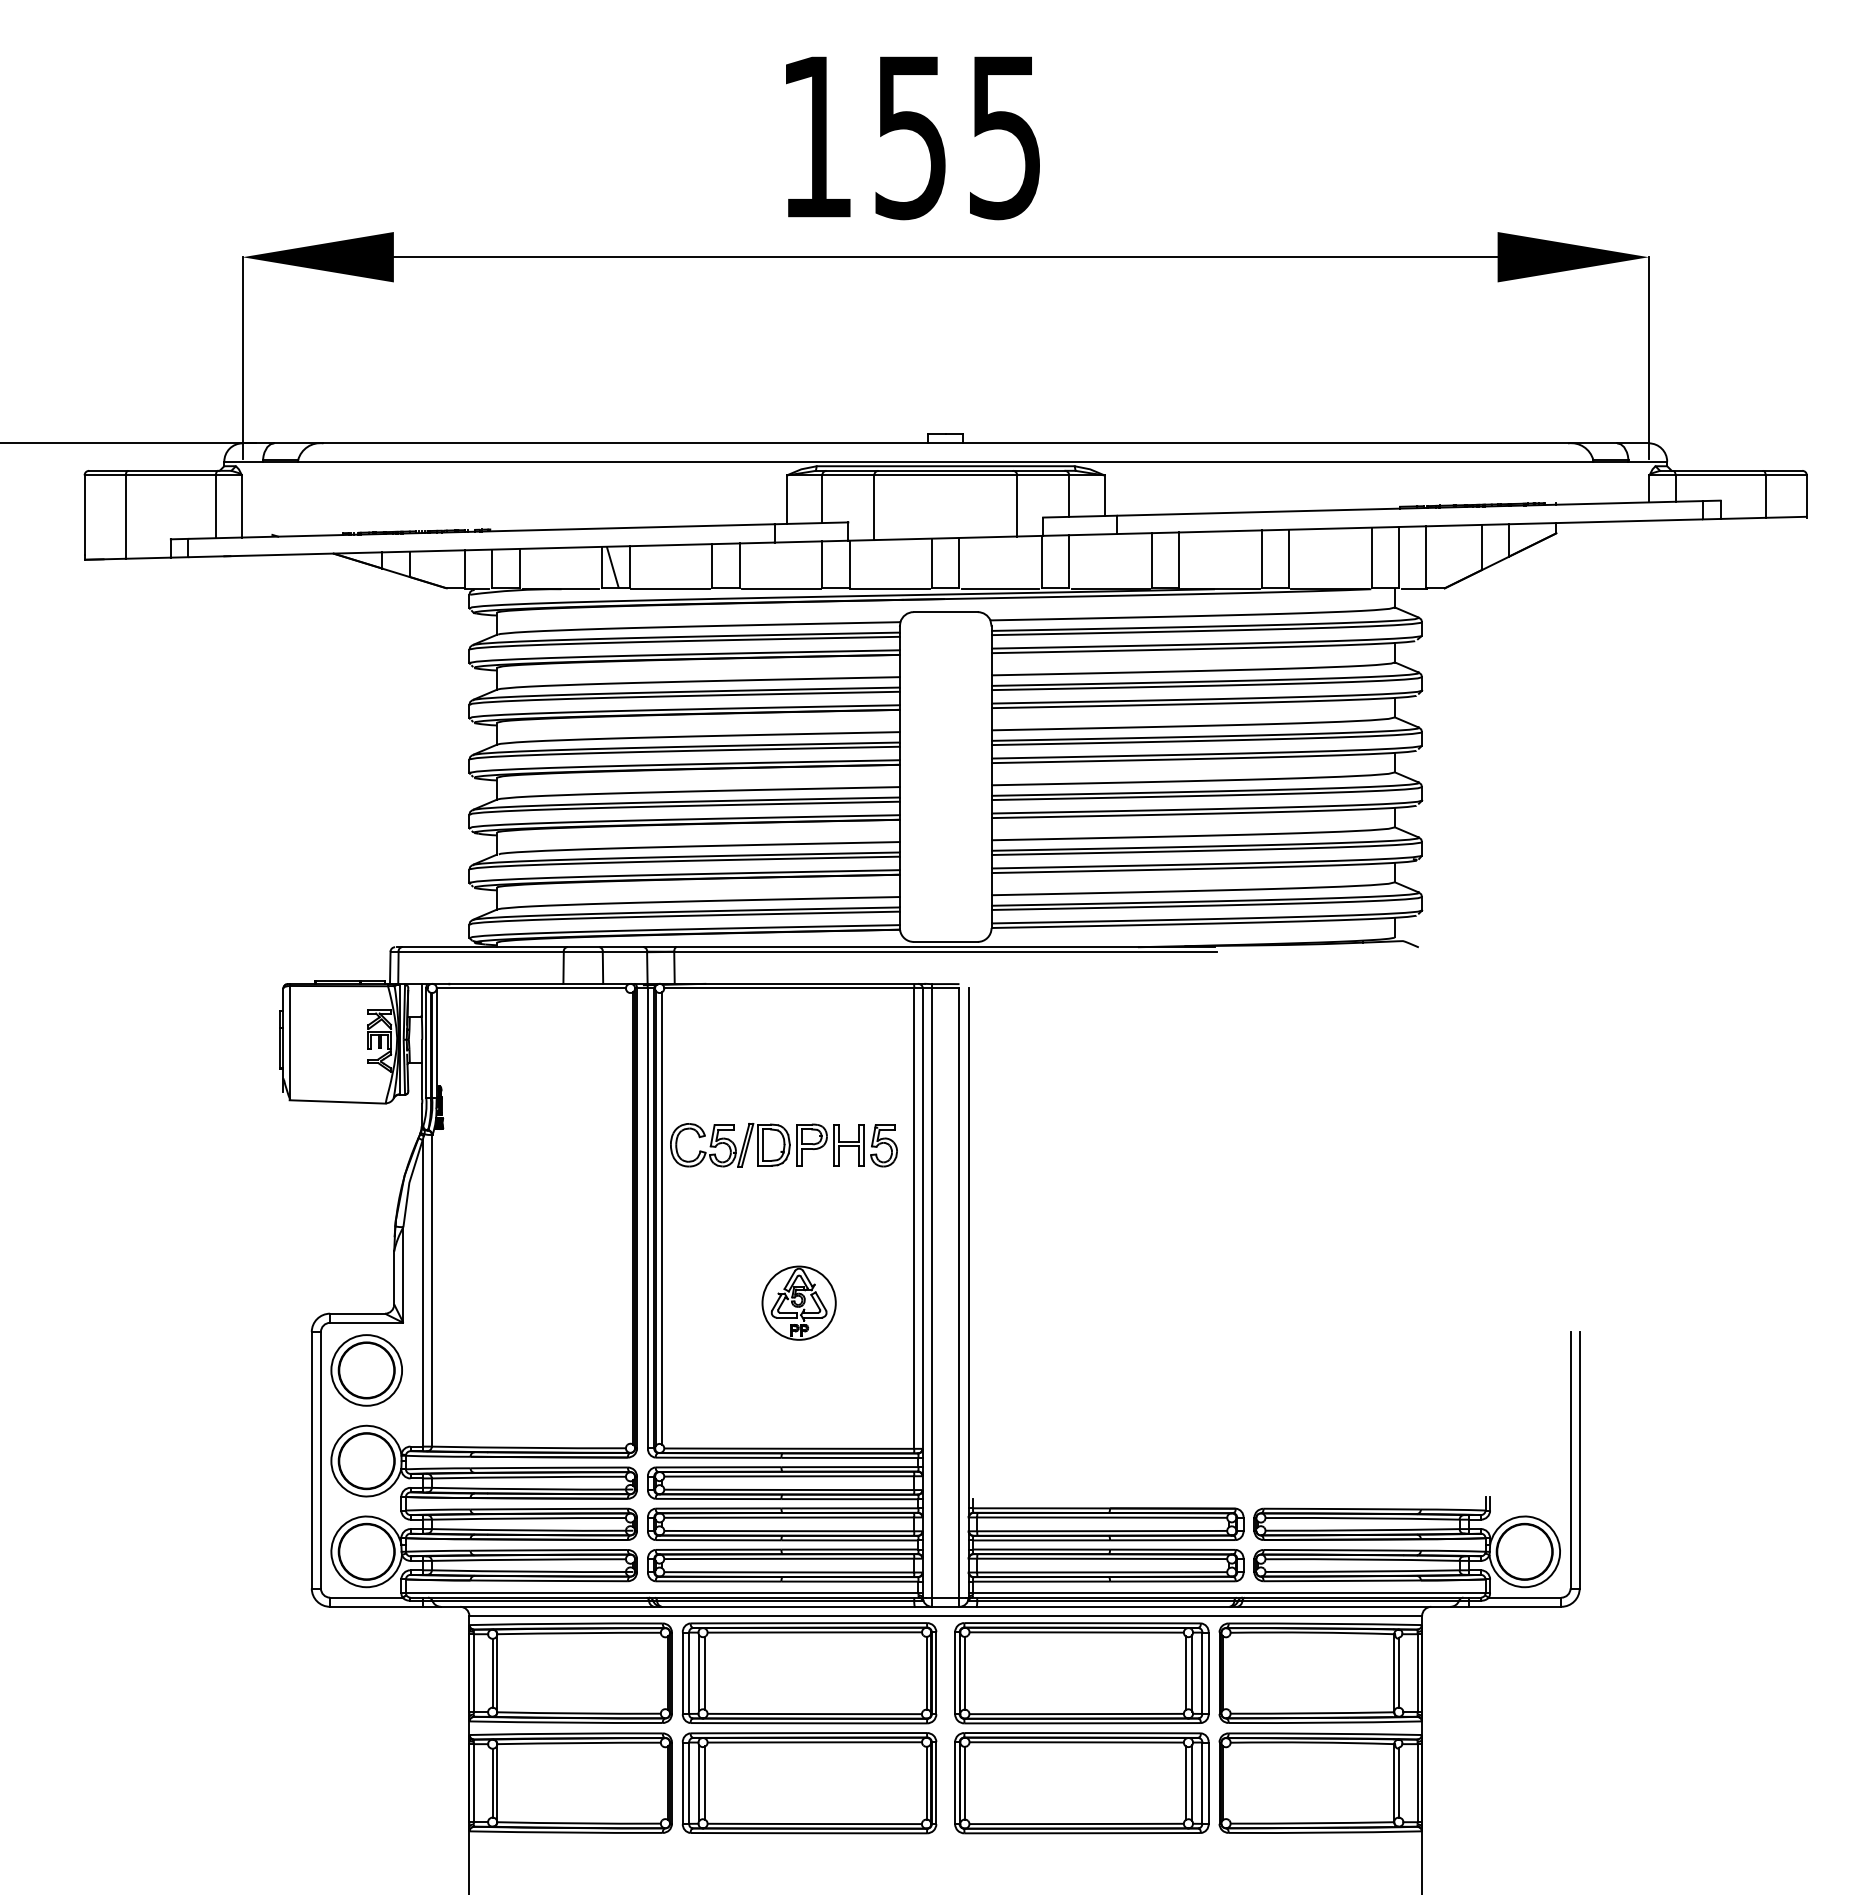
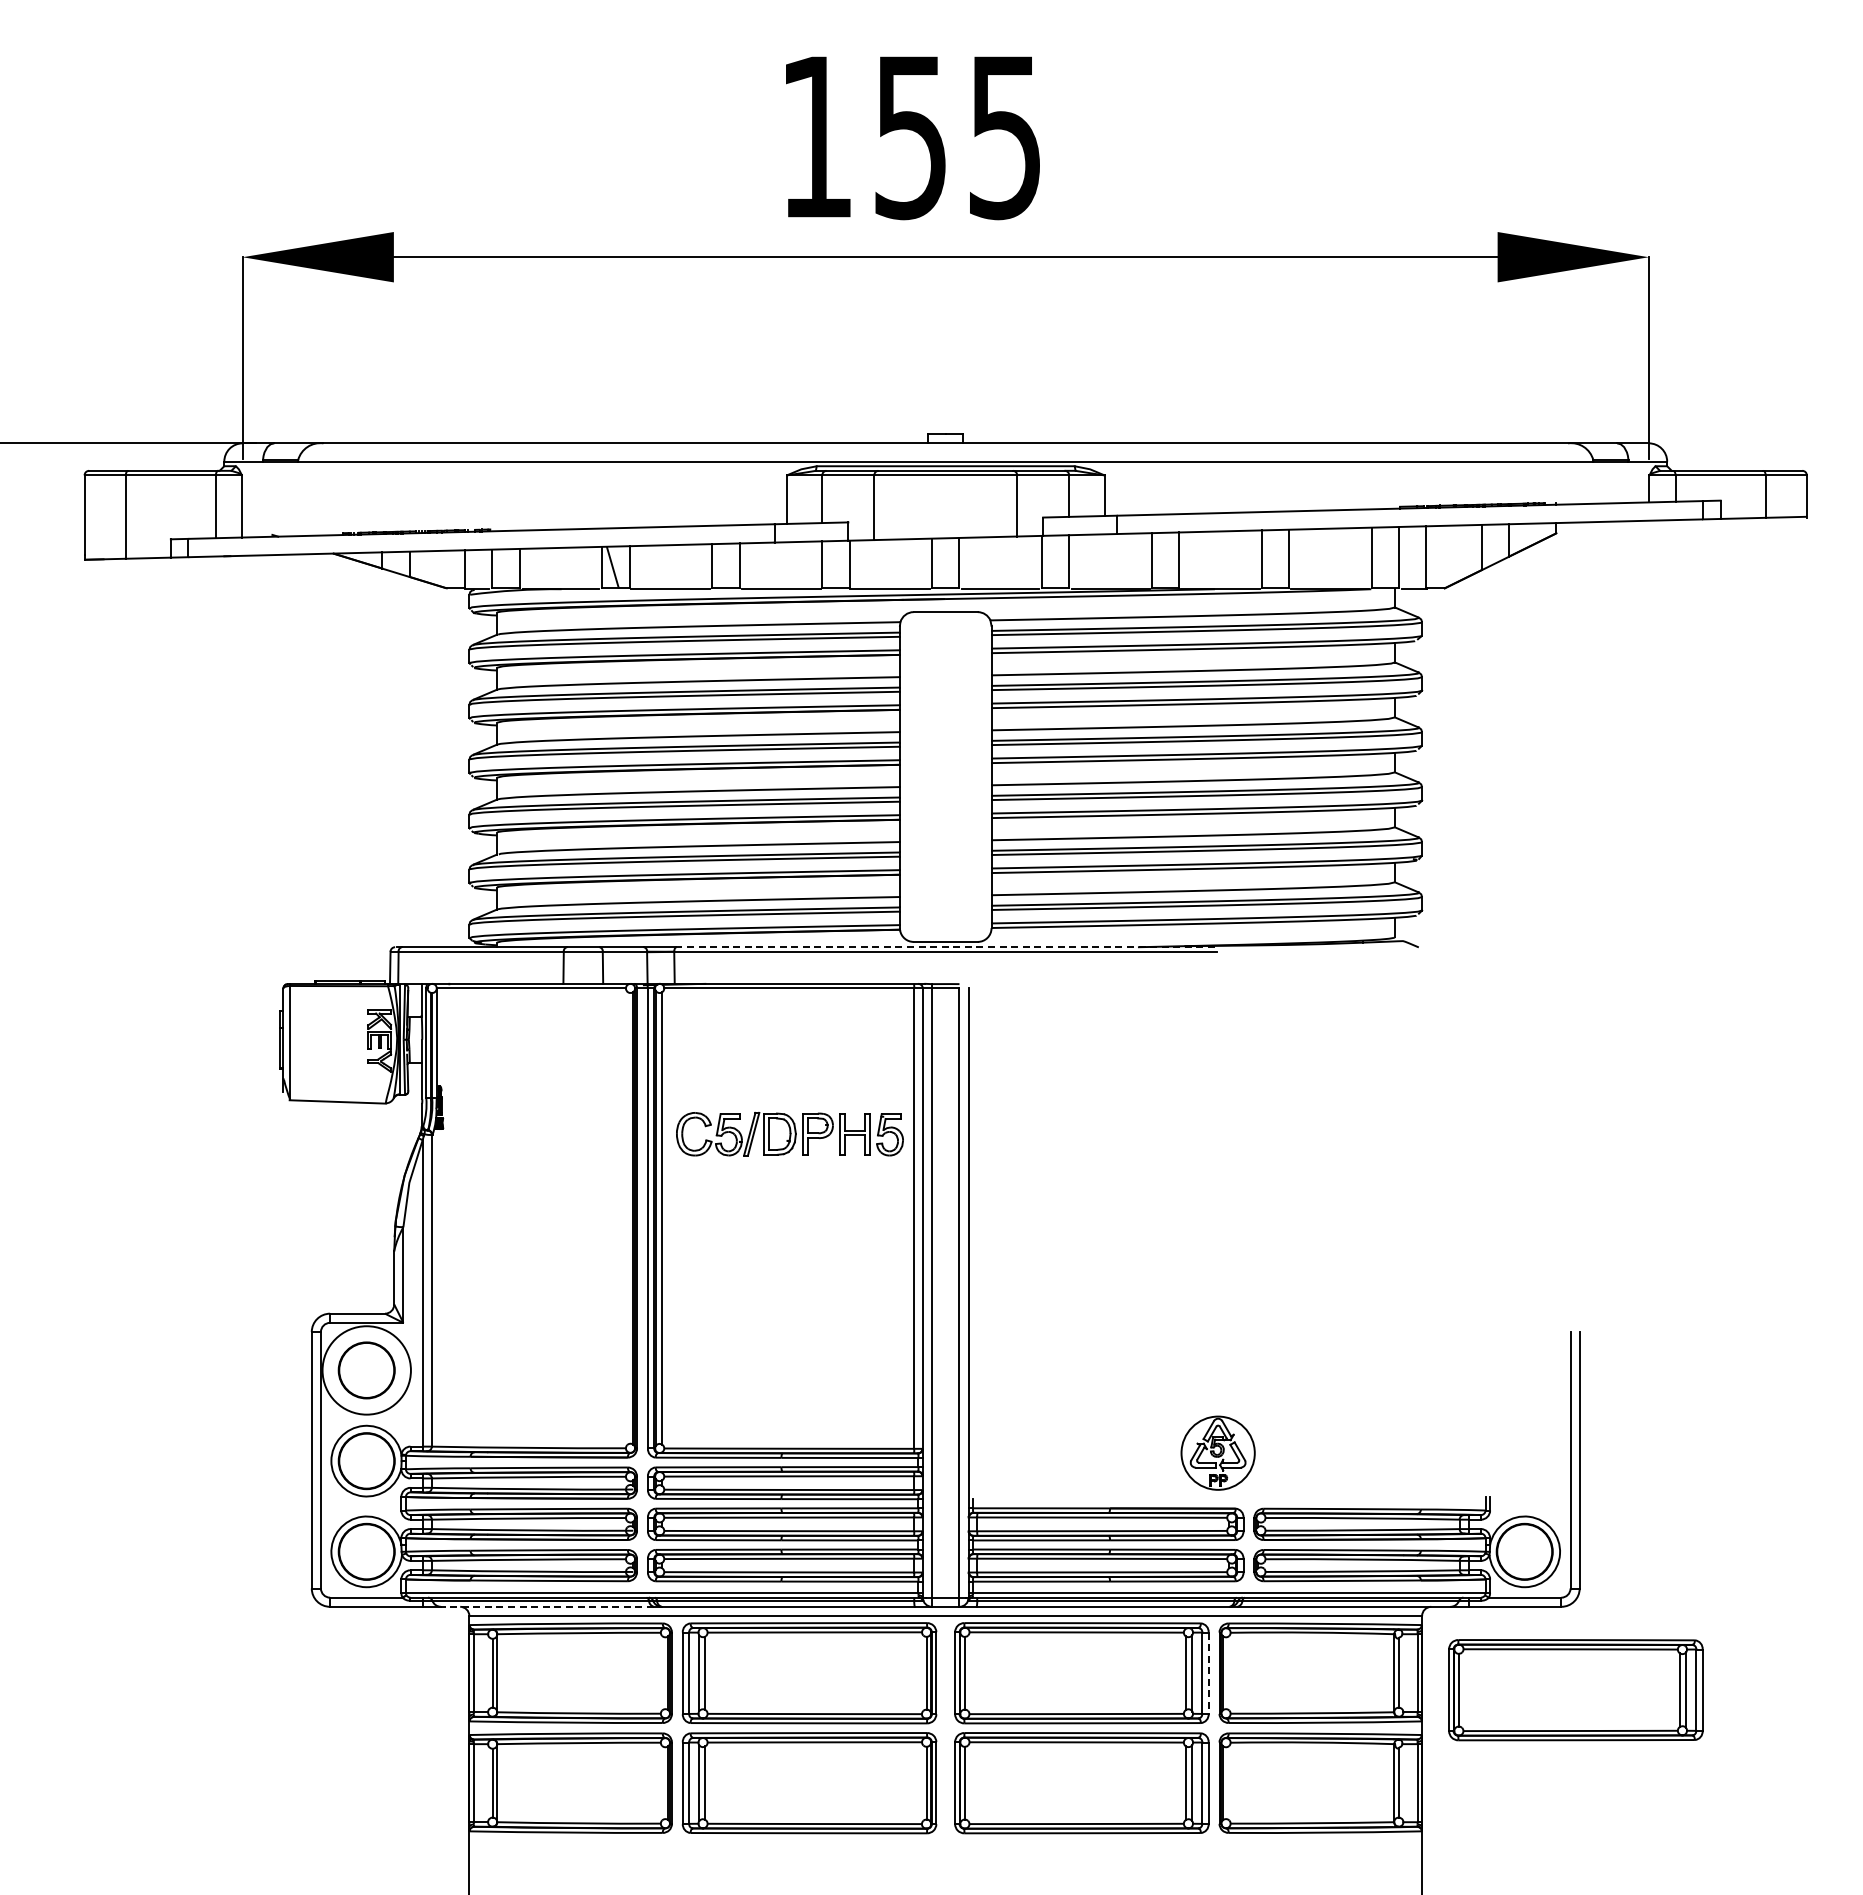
line at (945, 947): solid -> dashed
part at (783, 1145) position: (783, 1145) -> (789, 1134)
part at (798, 1302) position: (798, 1302) -> (1217, 1452)
circle at (366, 1370) diameter: 71 px -> 88 px
line at (547, 1606): solid -> dashed
line at (1208, 1673): solid -> dashed
part at (1575, 1690): none -> present
